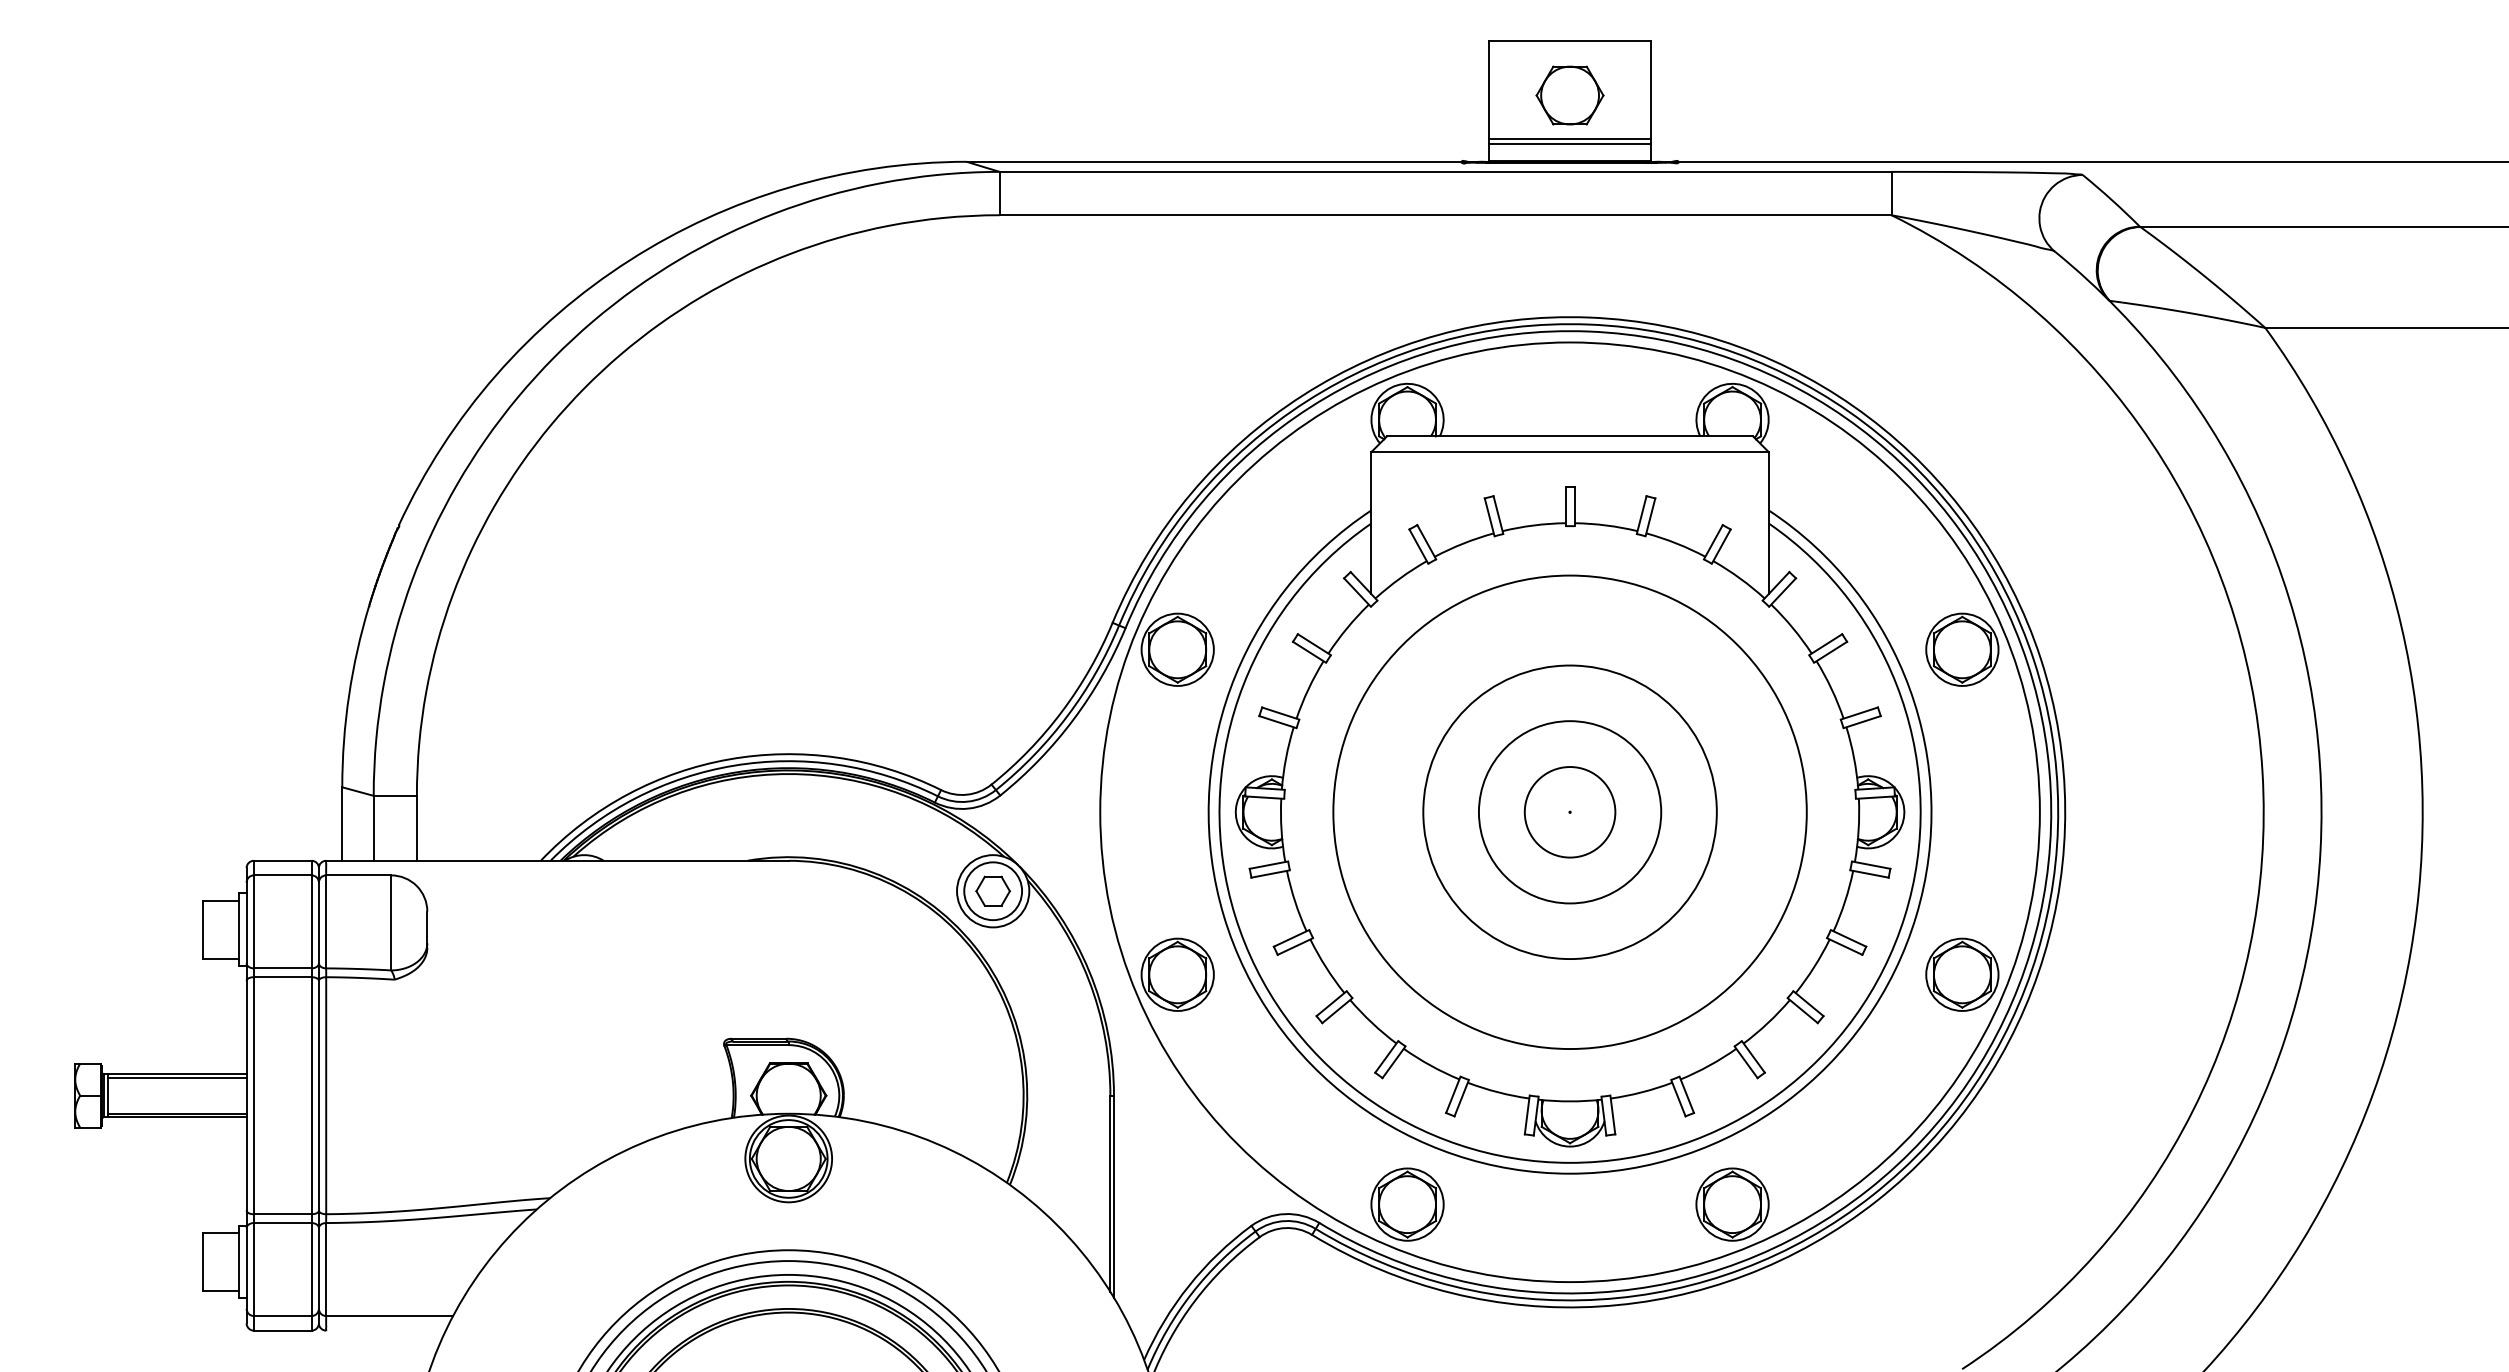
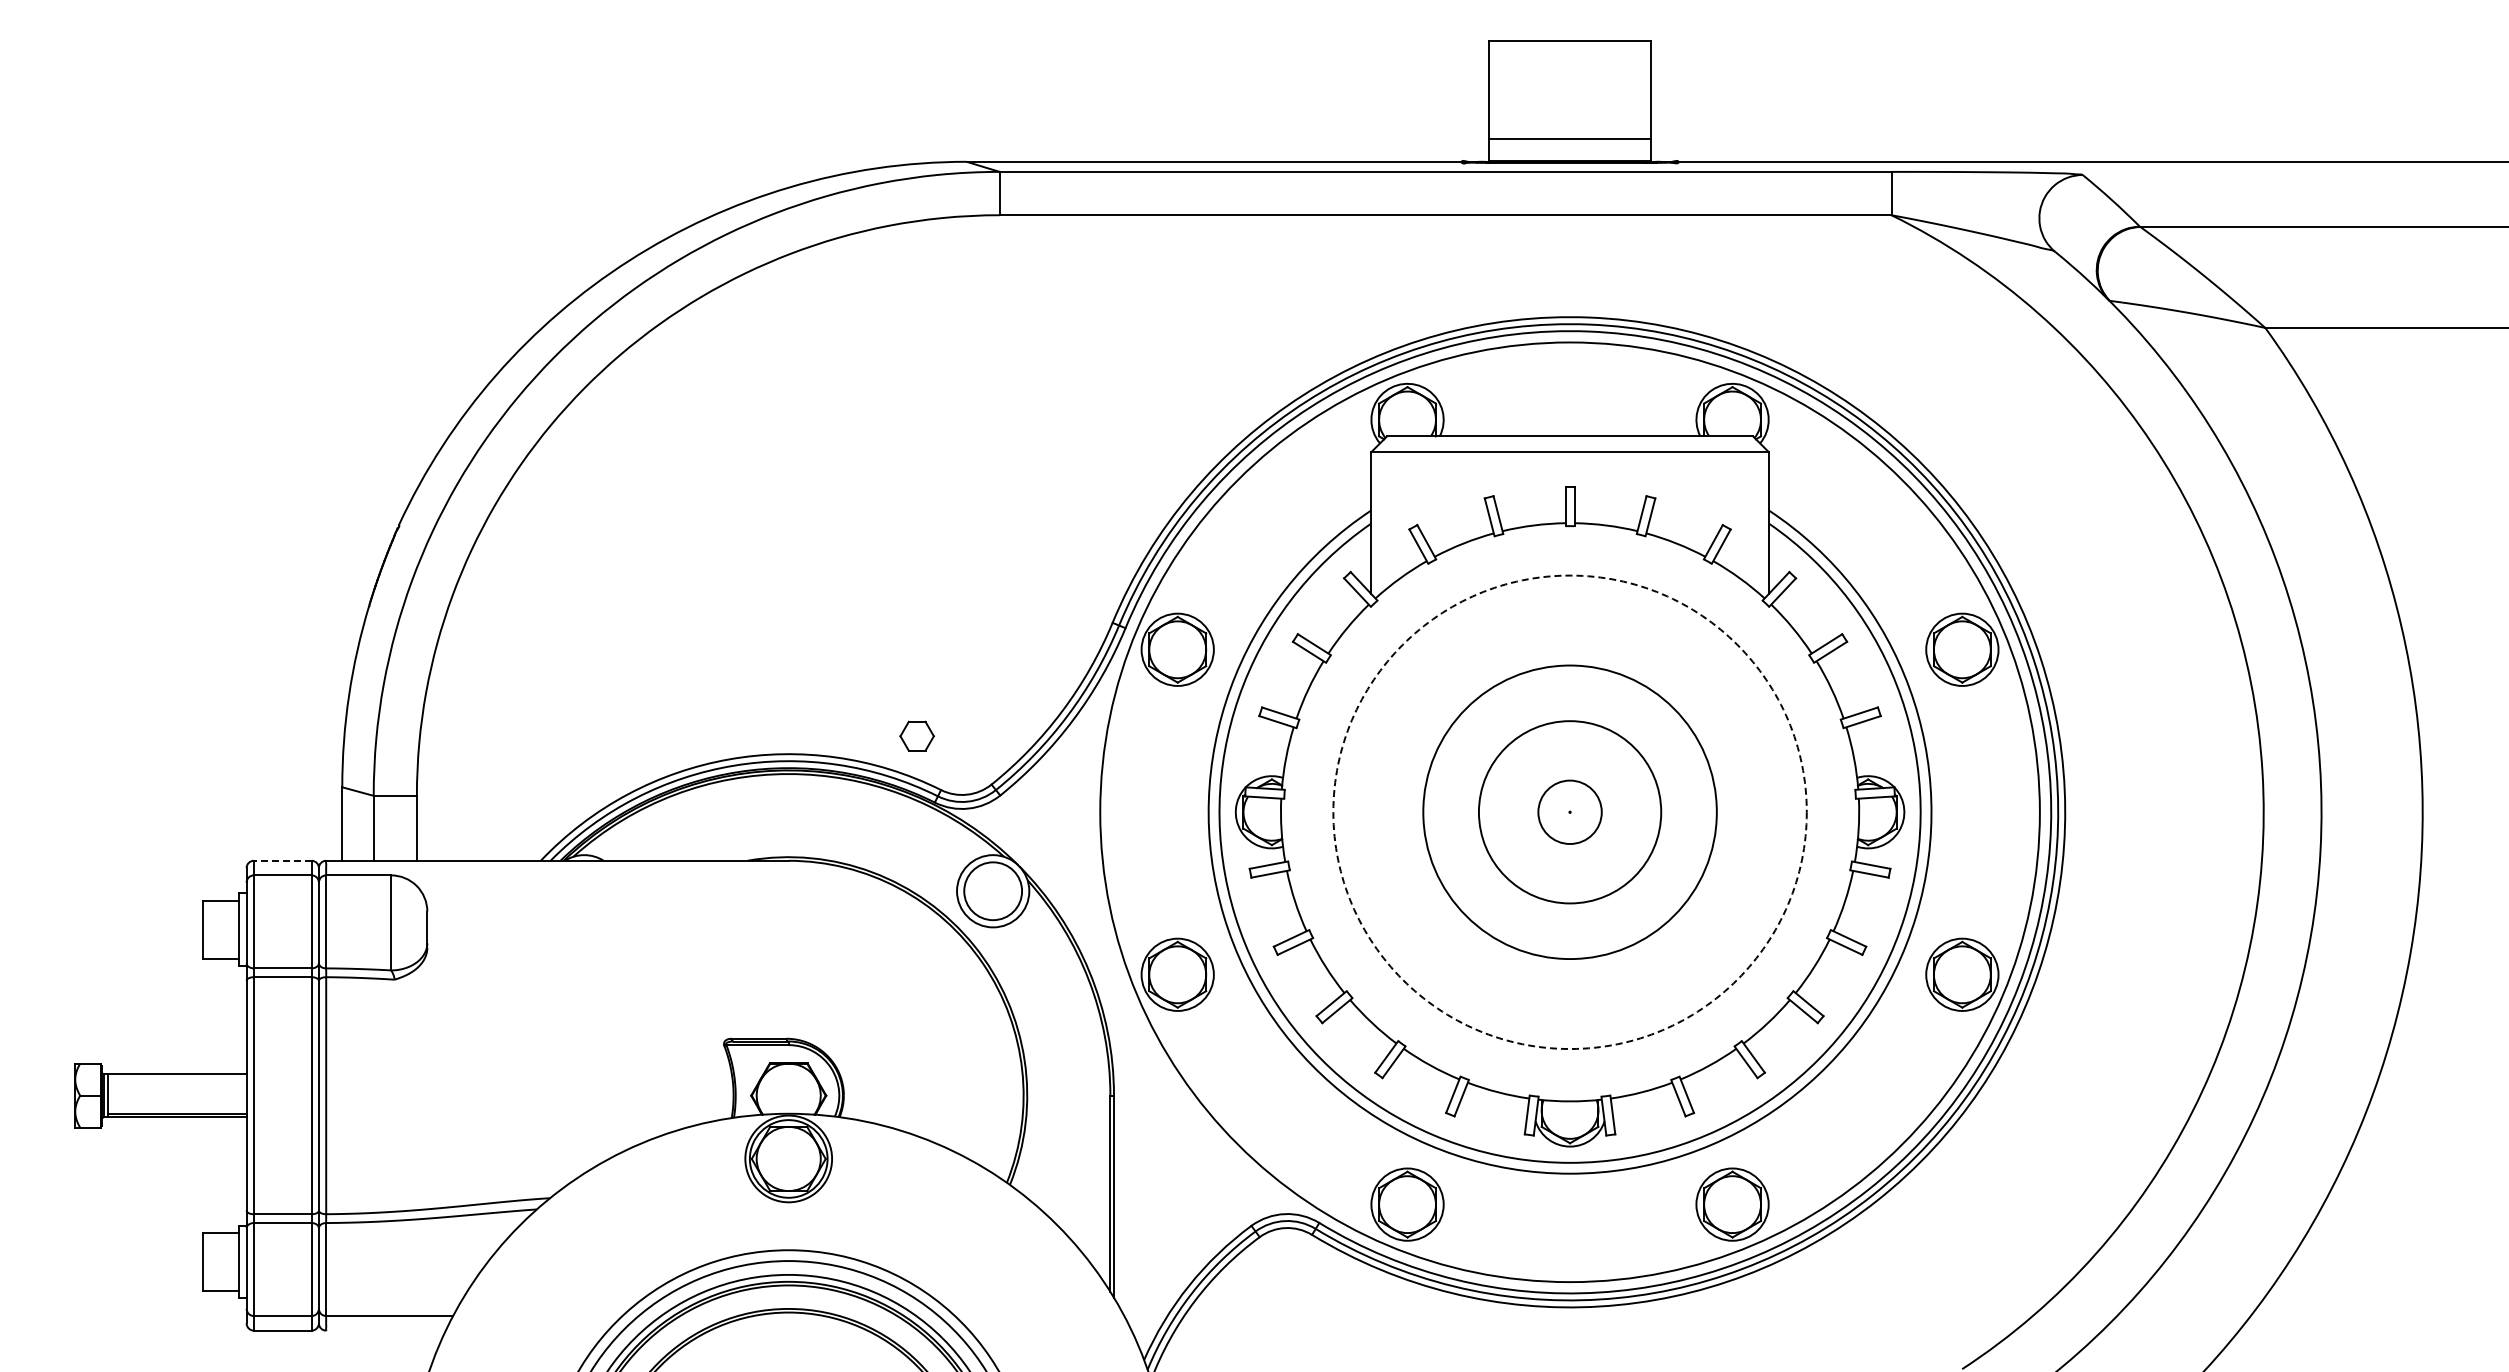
part at (1569, 95): present -> none
line at (1569, 144): present -> none
circle at (1569, 812) diameter: 91 px -> 63 px
circle at (1569, 812): solid -> dashed
line at (282, 860): solid -> dashed
part at (992, 890) position: (992, 890) -> (916, 735)
line at (177, 1077): present -> none
